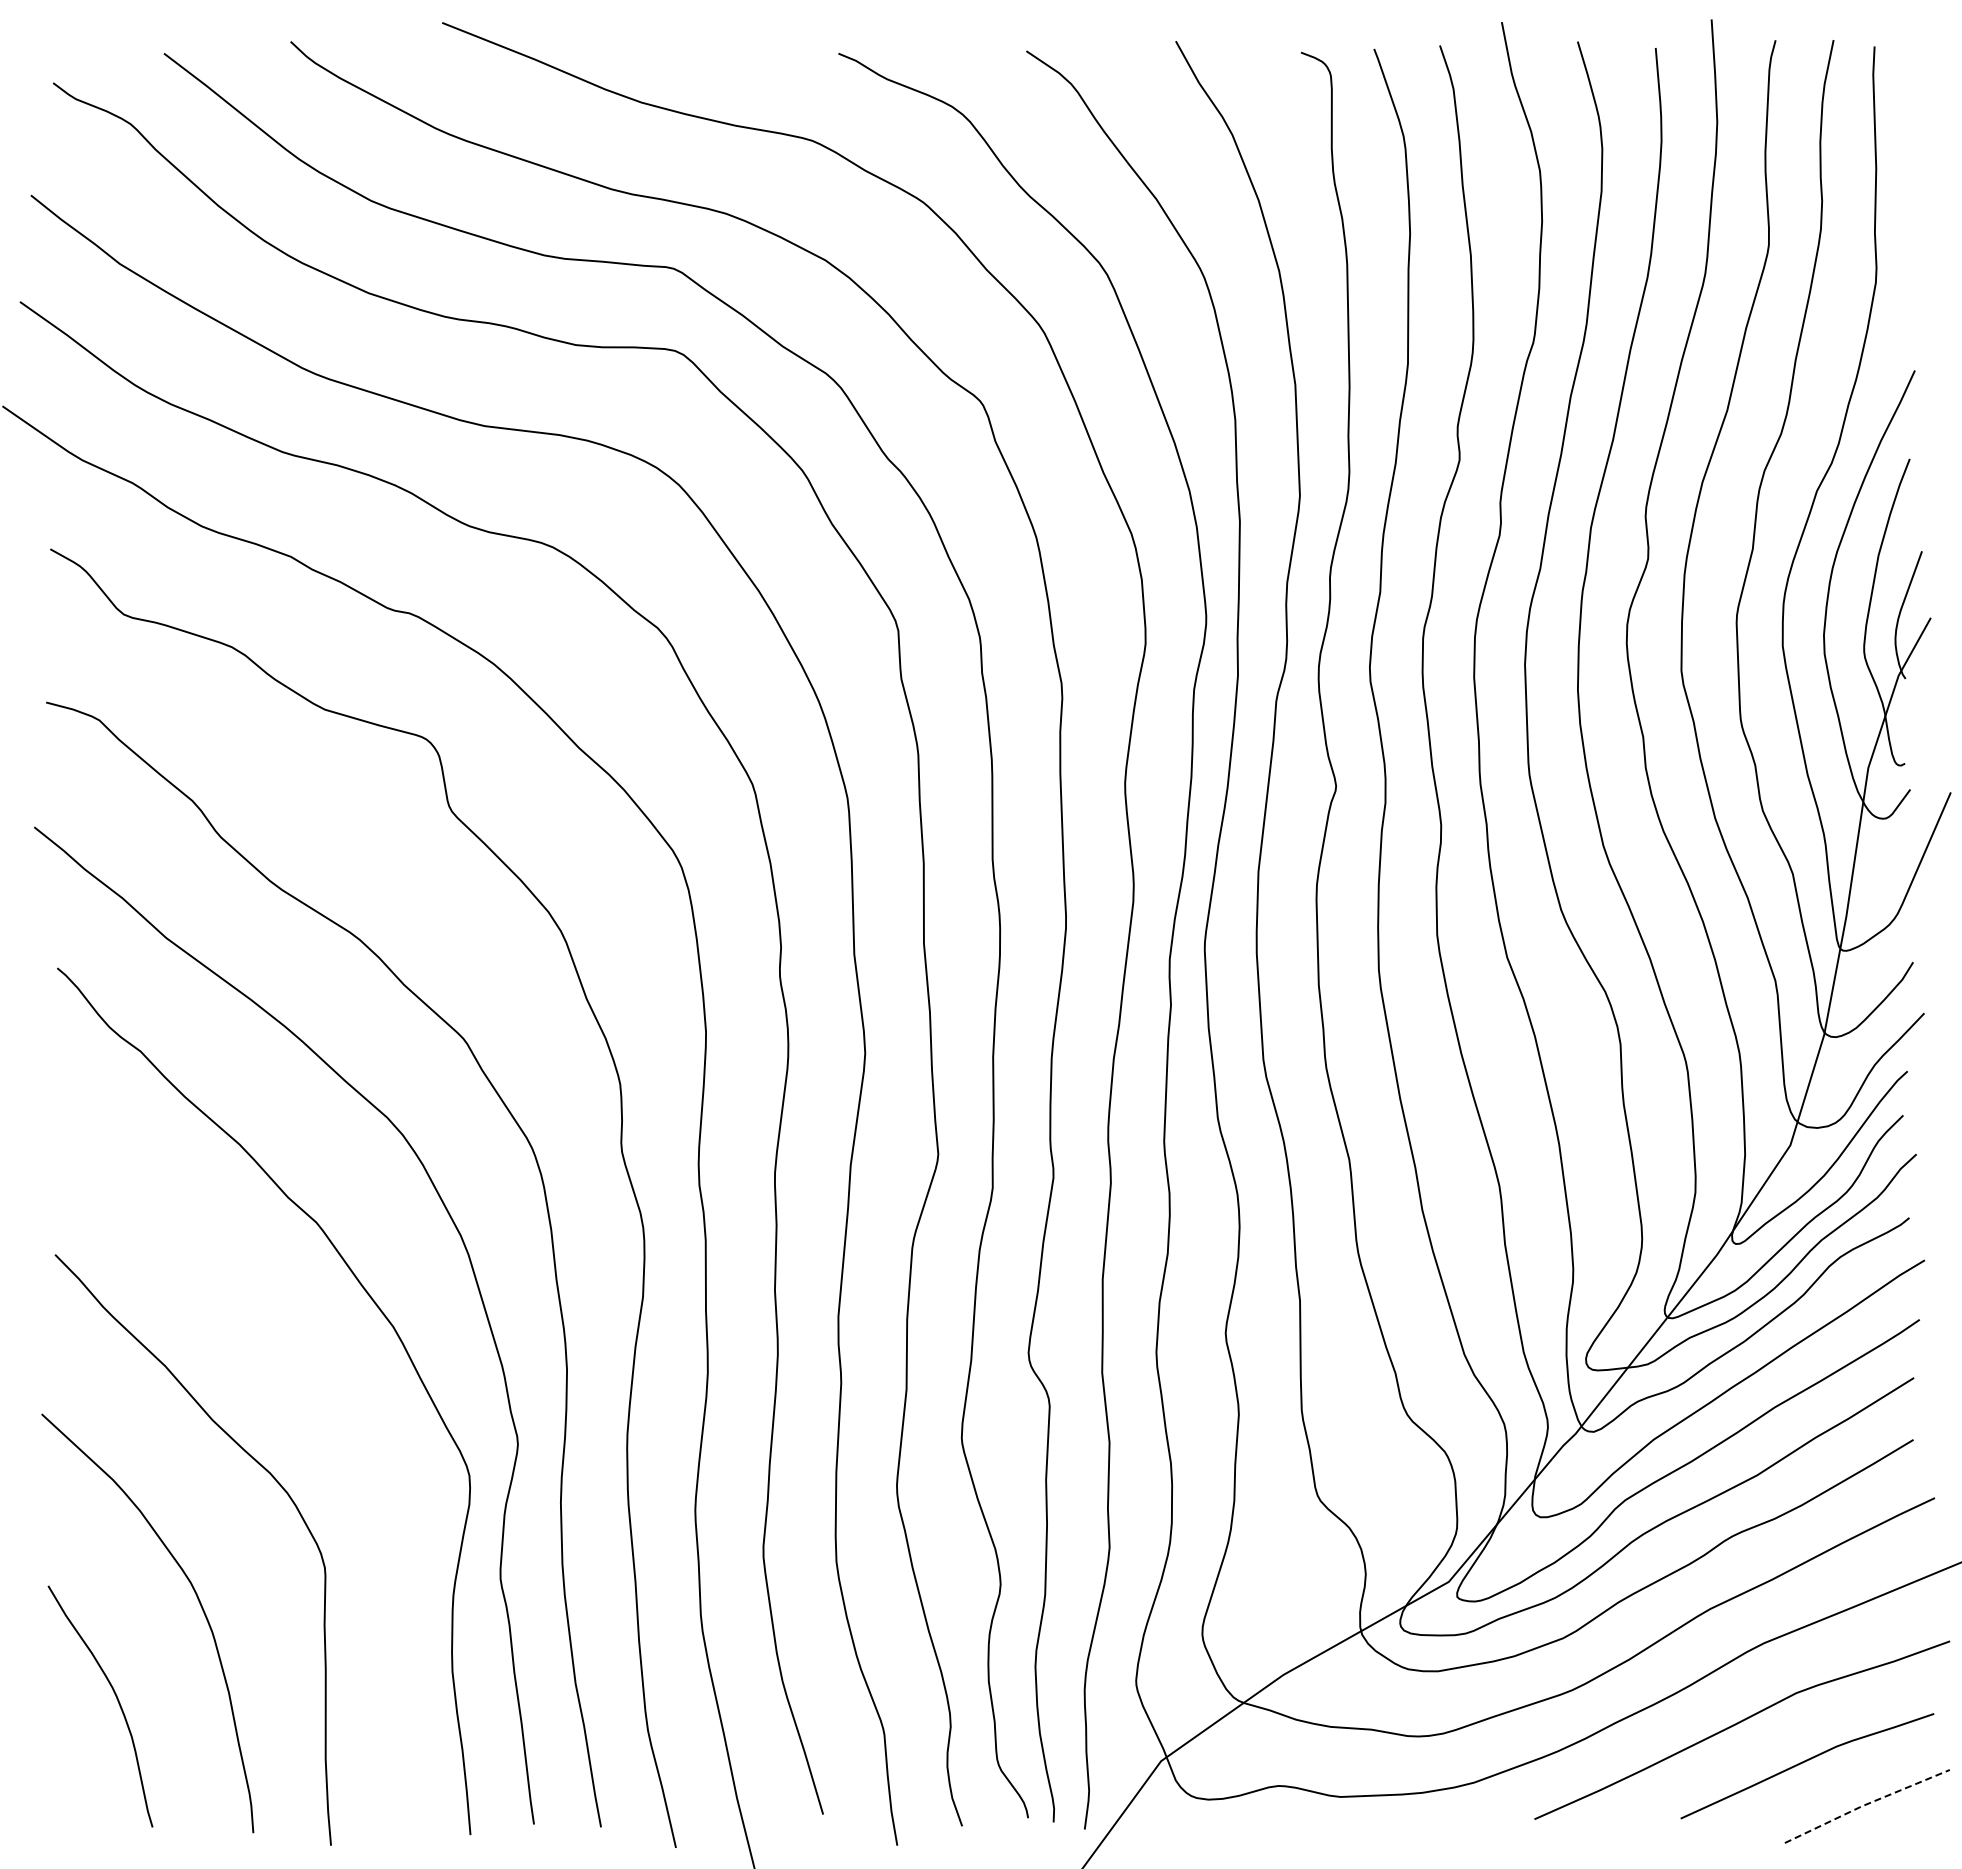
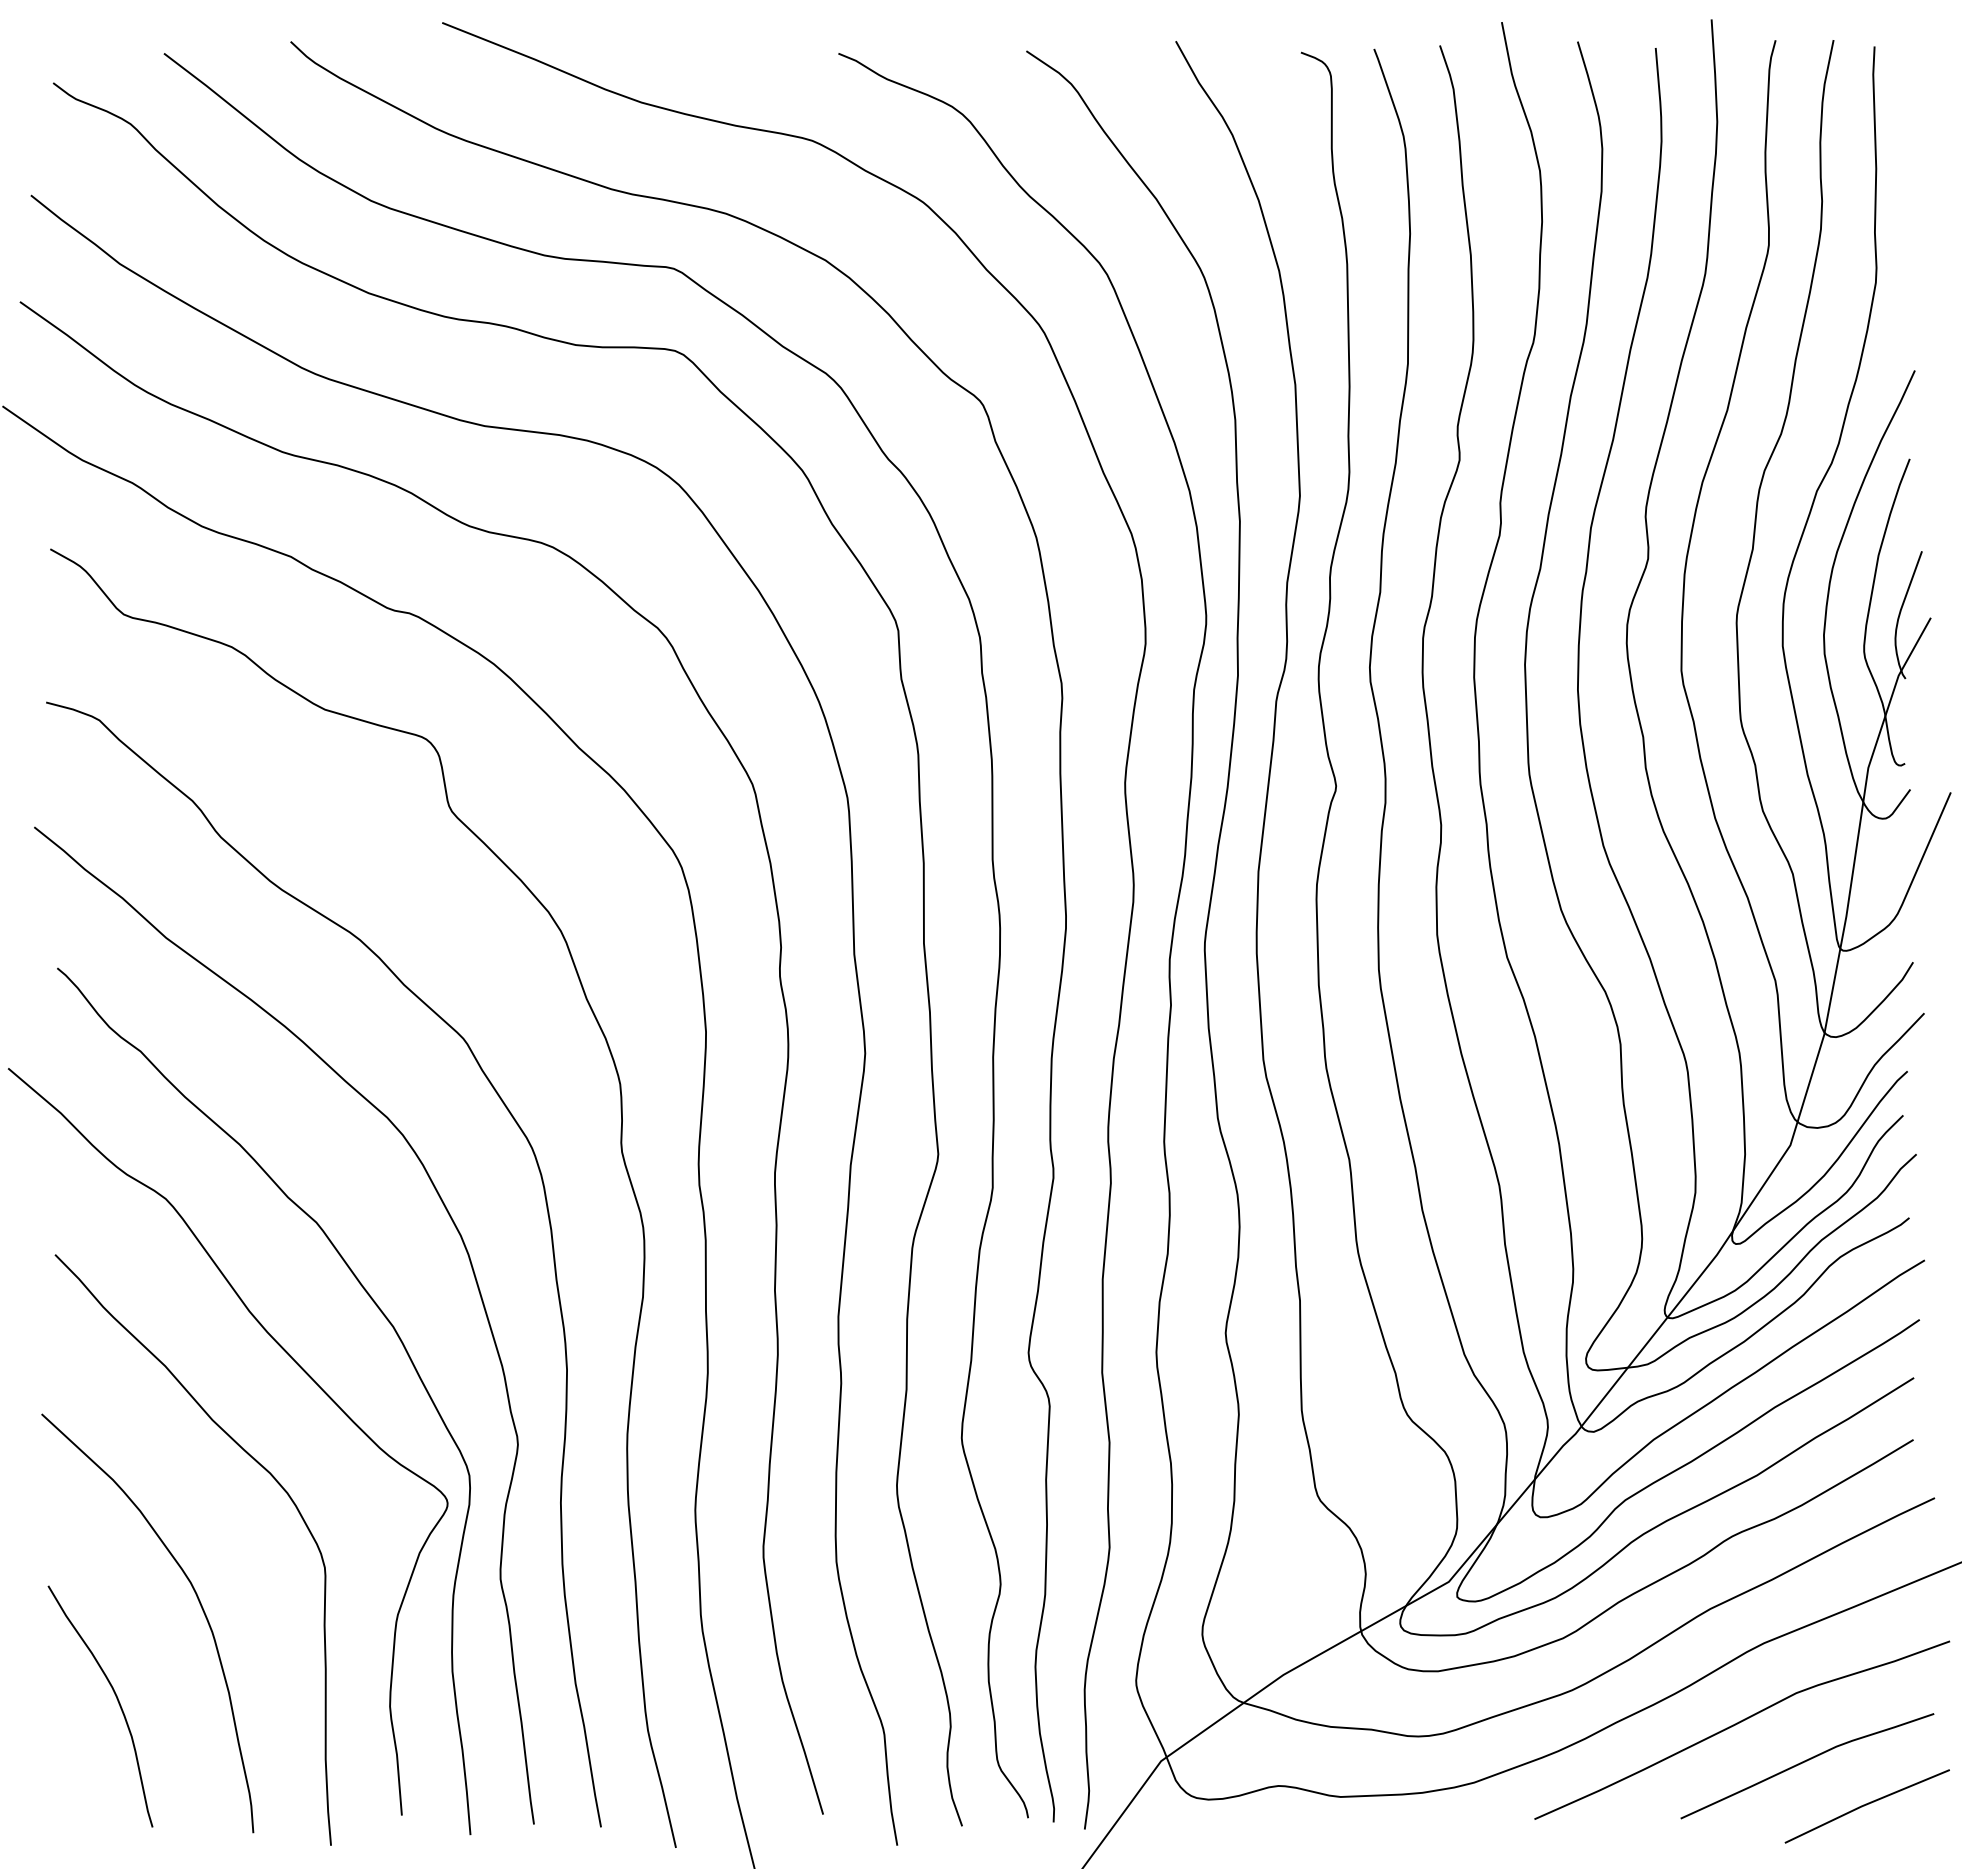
curve at (300, 1368): none -> present
line at (1866, 1804): dashed -> solid
